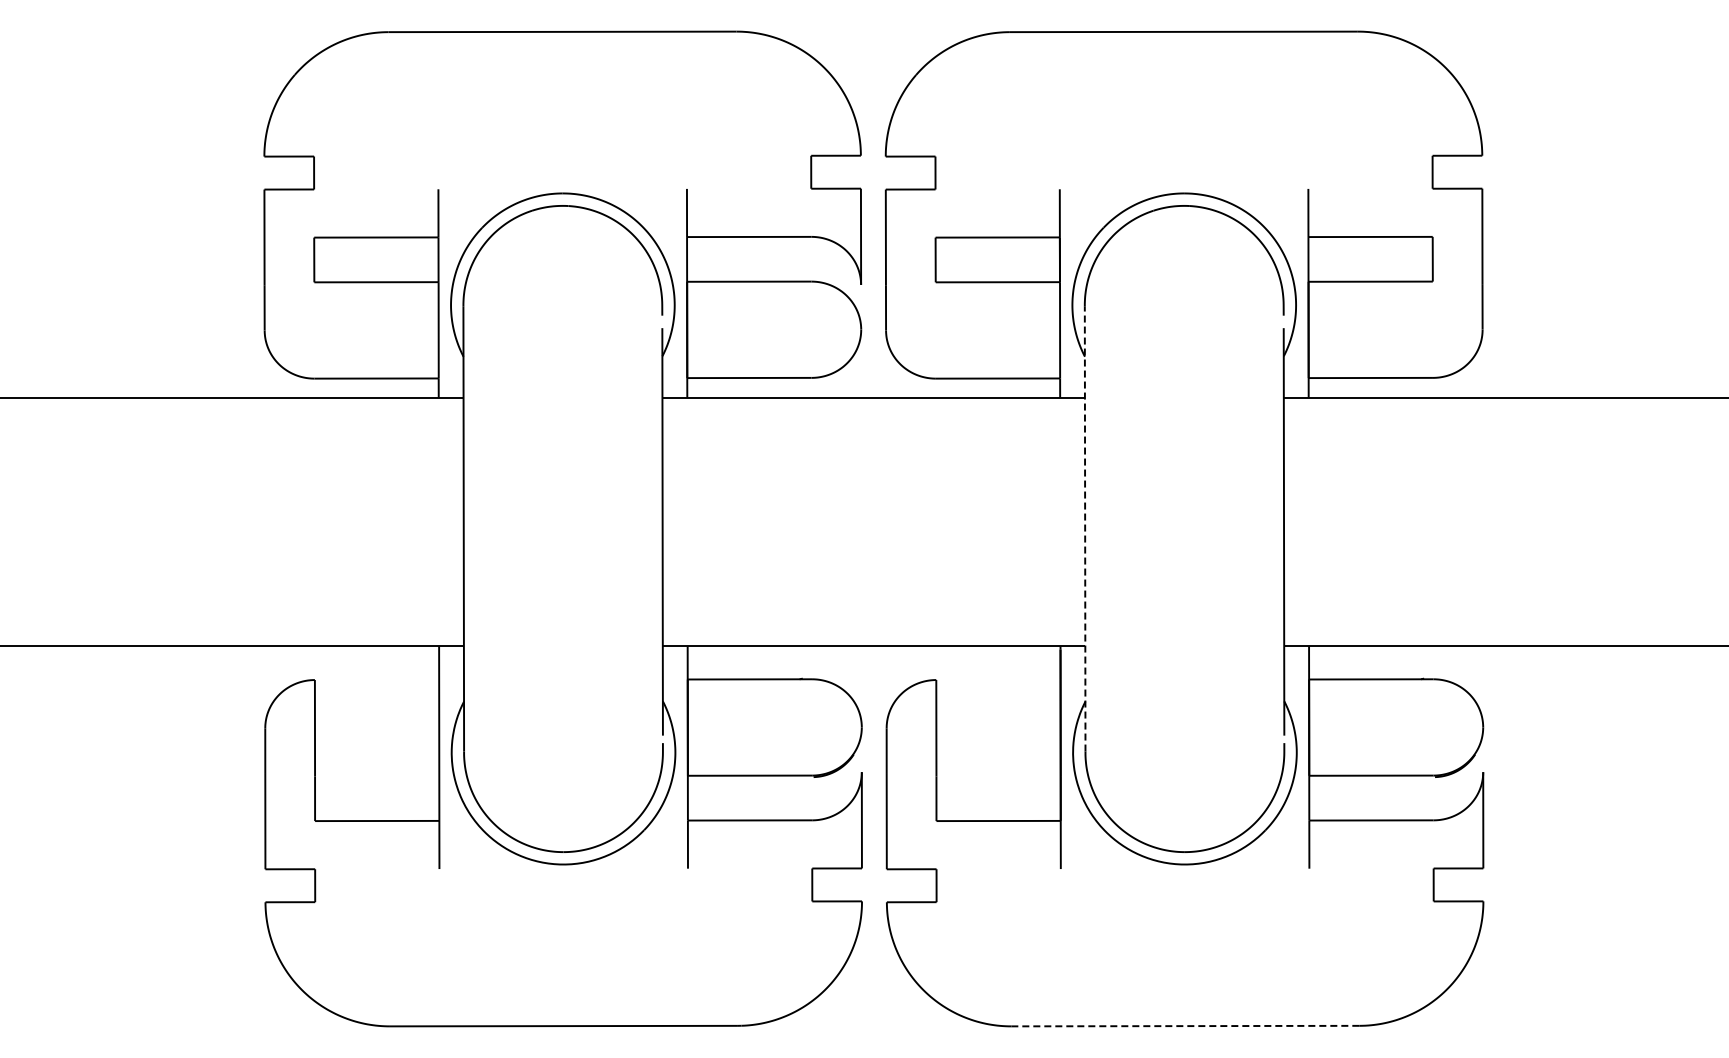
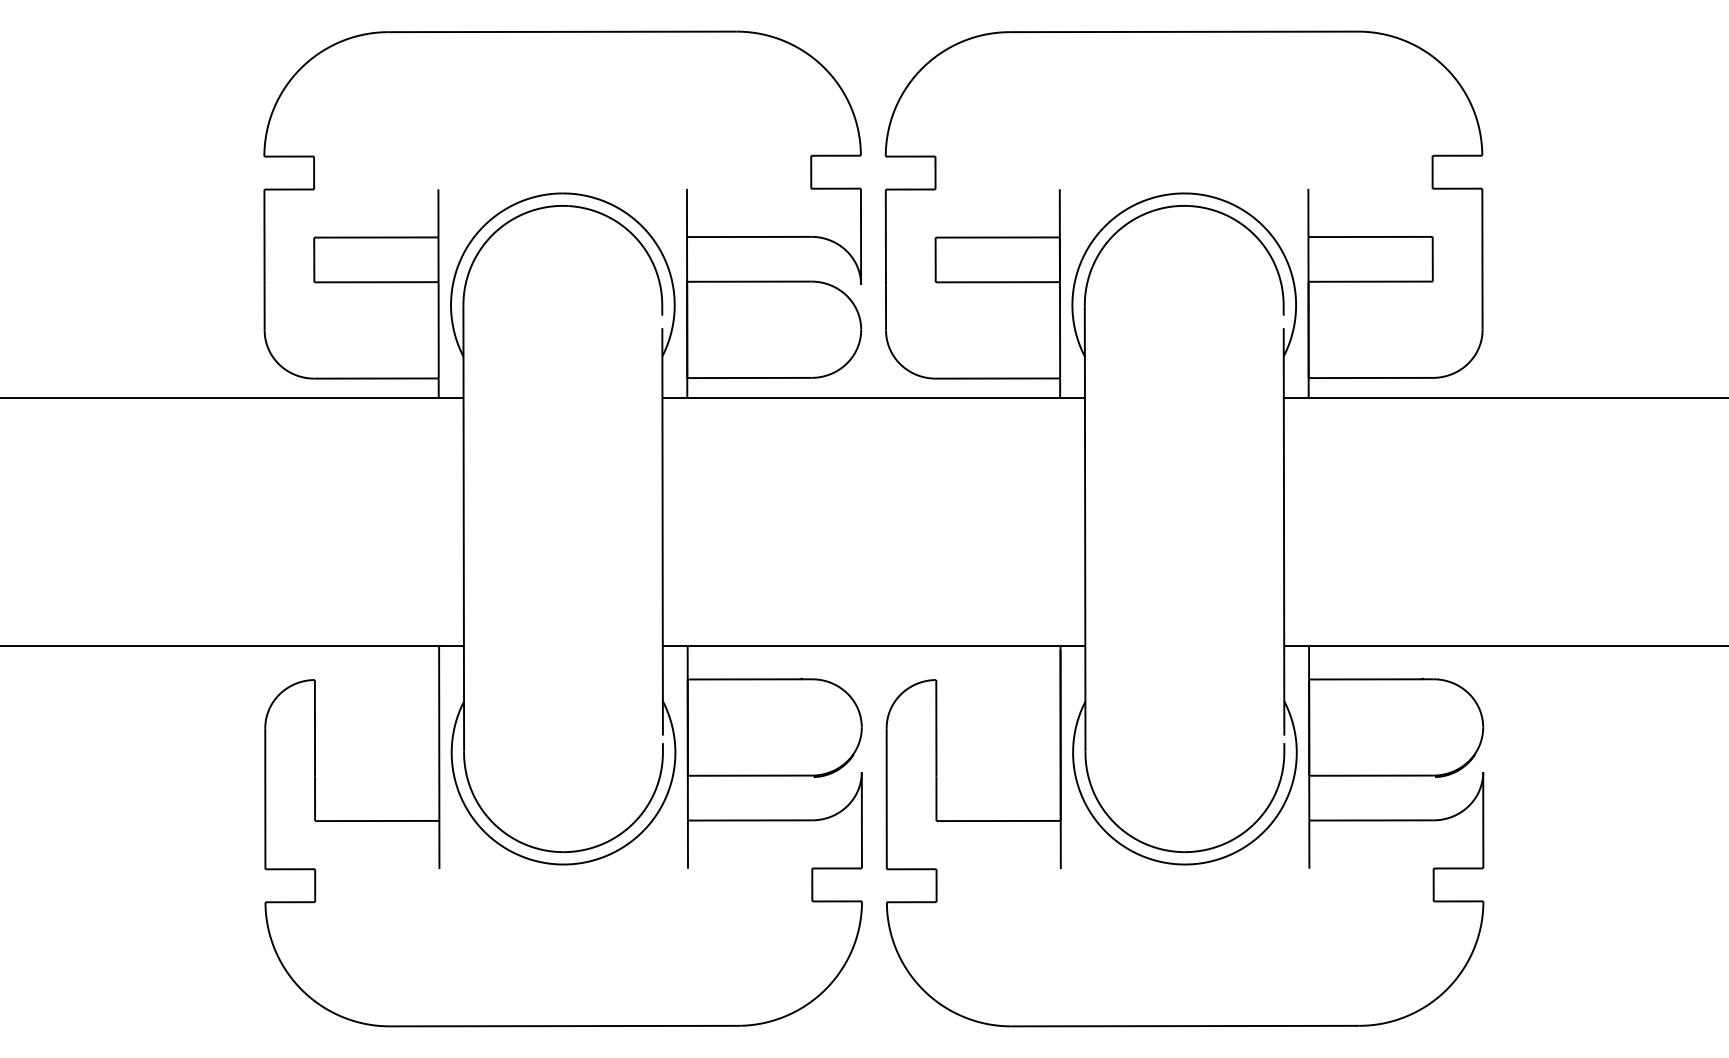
line at (1085, 528): dashed -> solid
line at (1185, 1026): dashed -> solid
